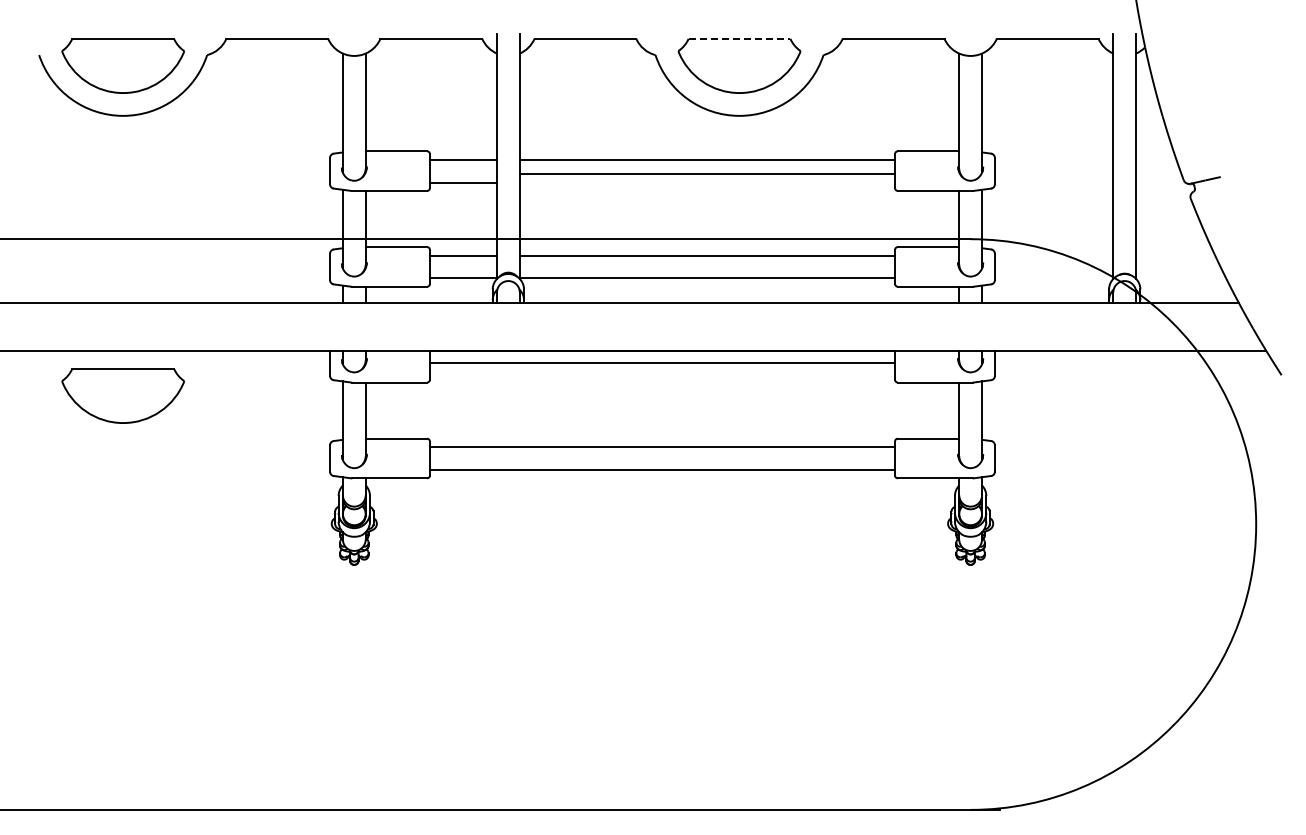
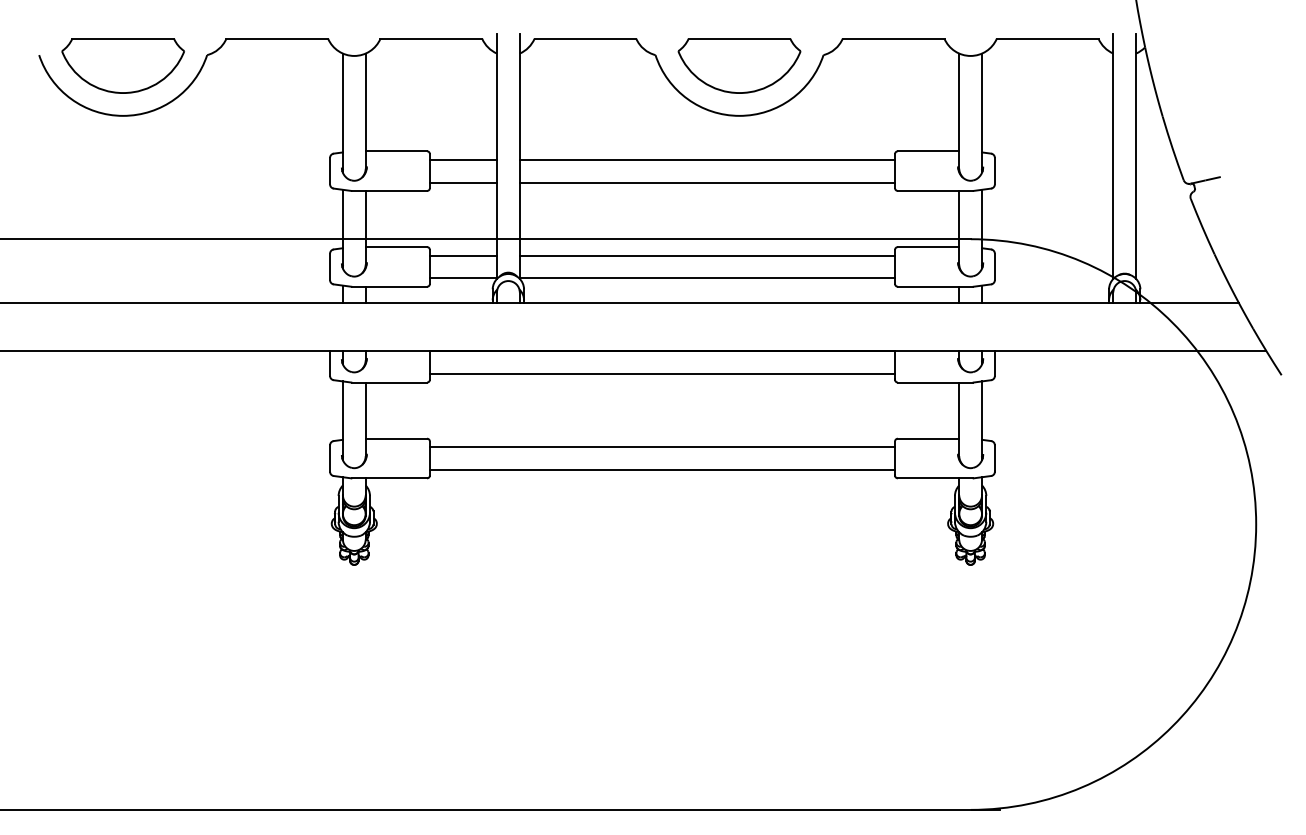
line at (739, 38): dashed -> solid
line at (707, 173) position: (707, 173) -> (707, 182)
line at (662, 363) position: (662, 363) -> (662, 374)
part at (122, 395): present -> none
